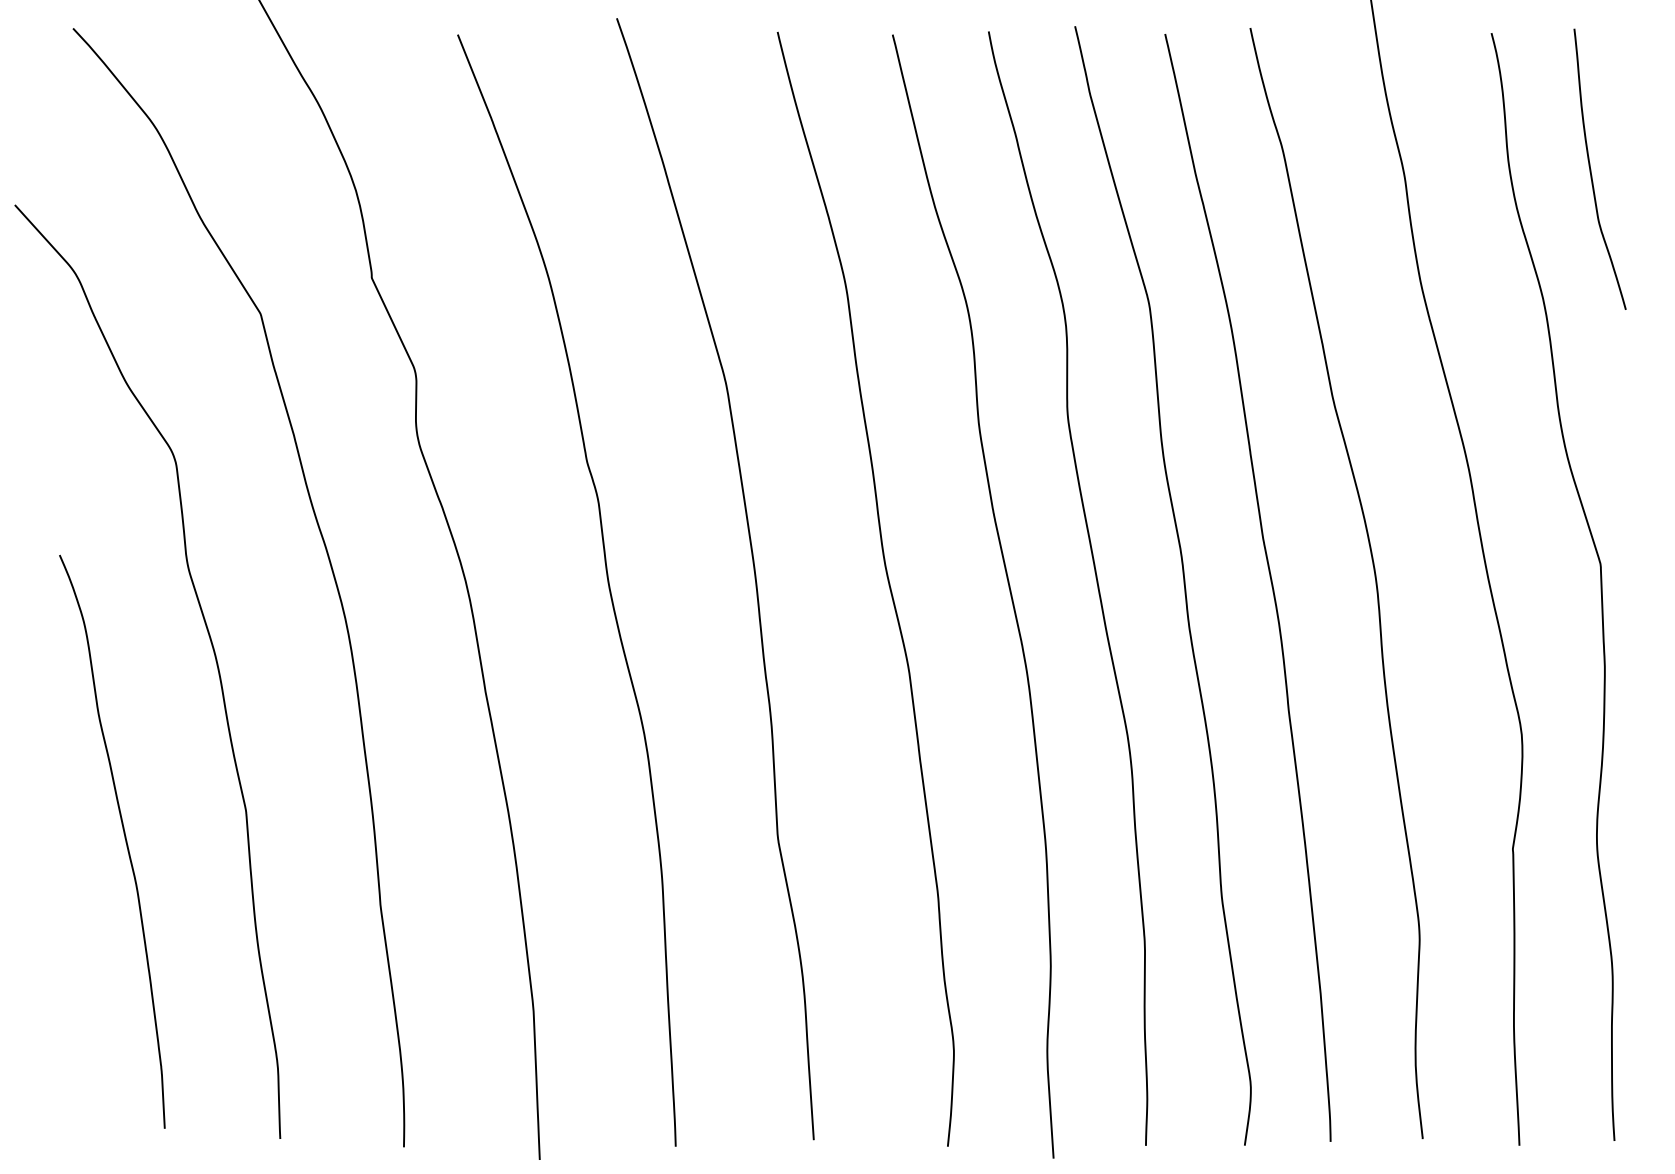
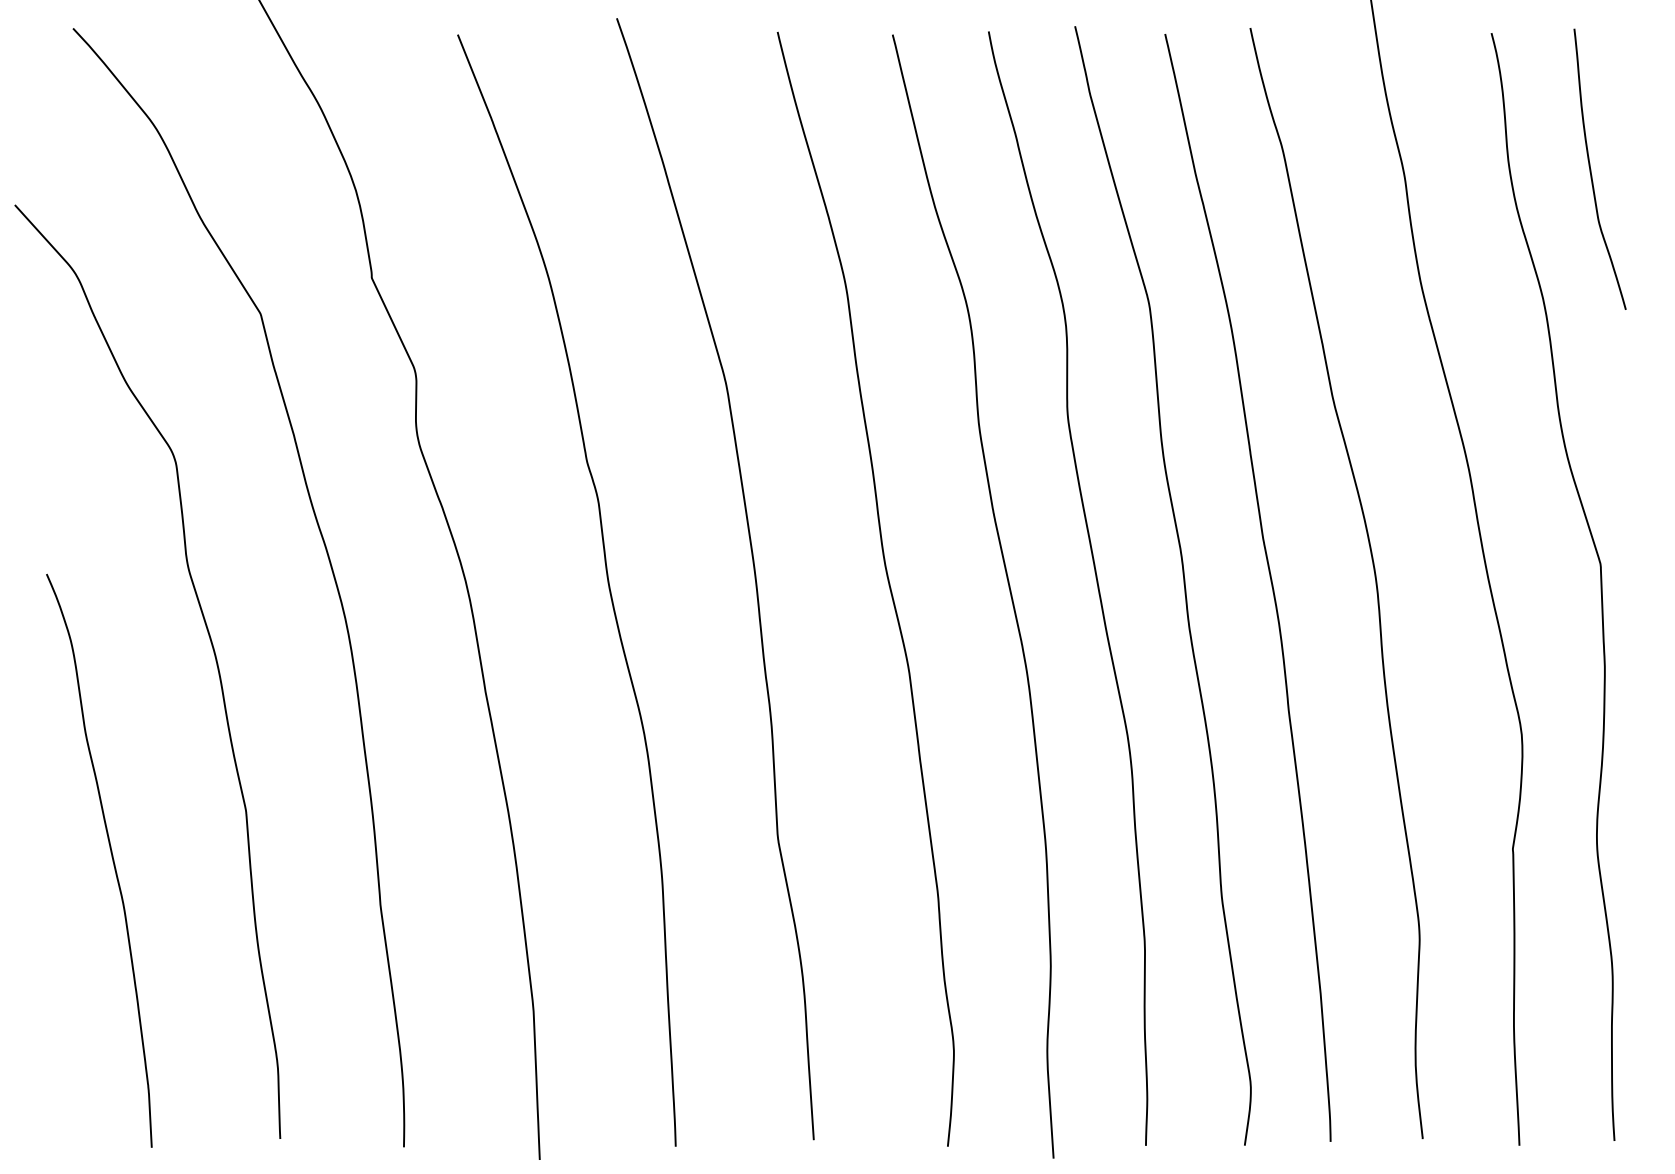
curve at (124, 838) position: (124, 838) -> (111, 857)
